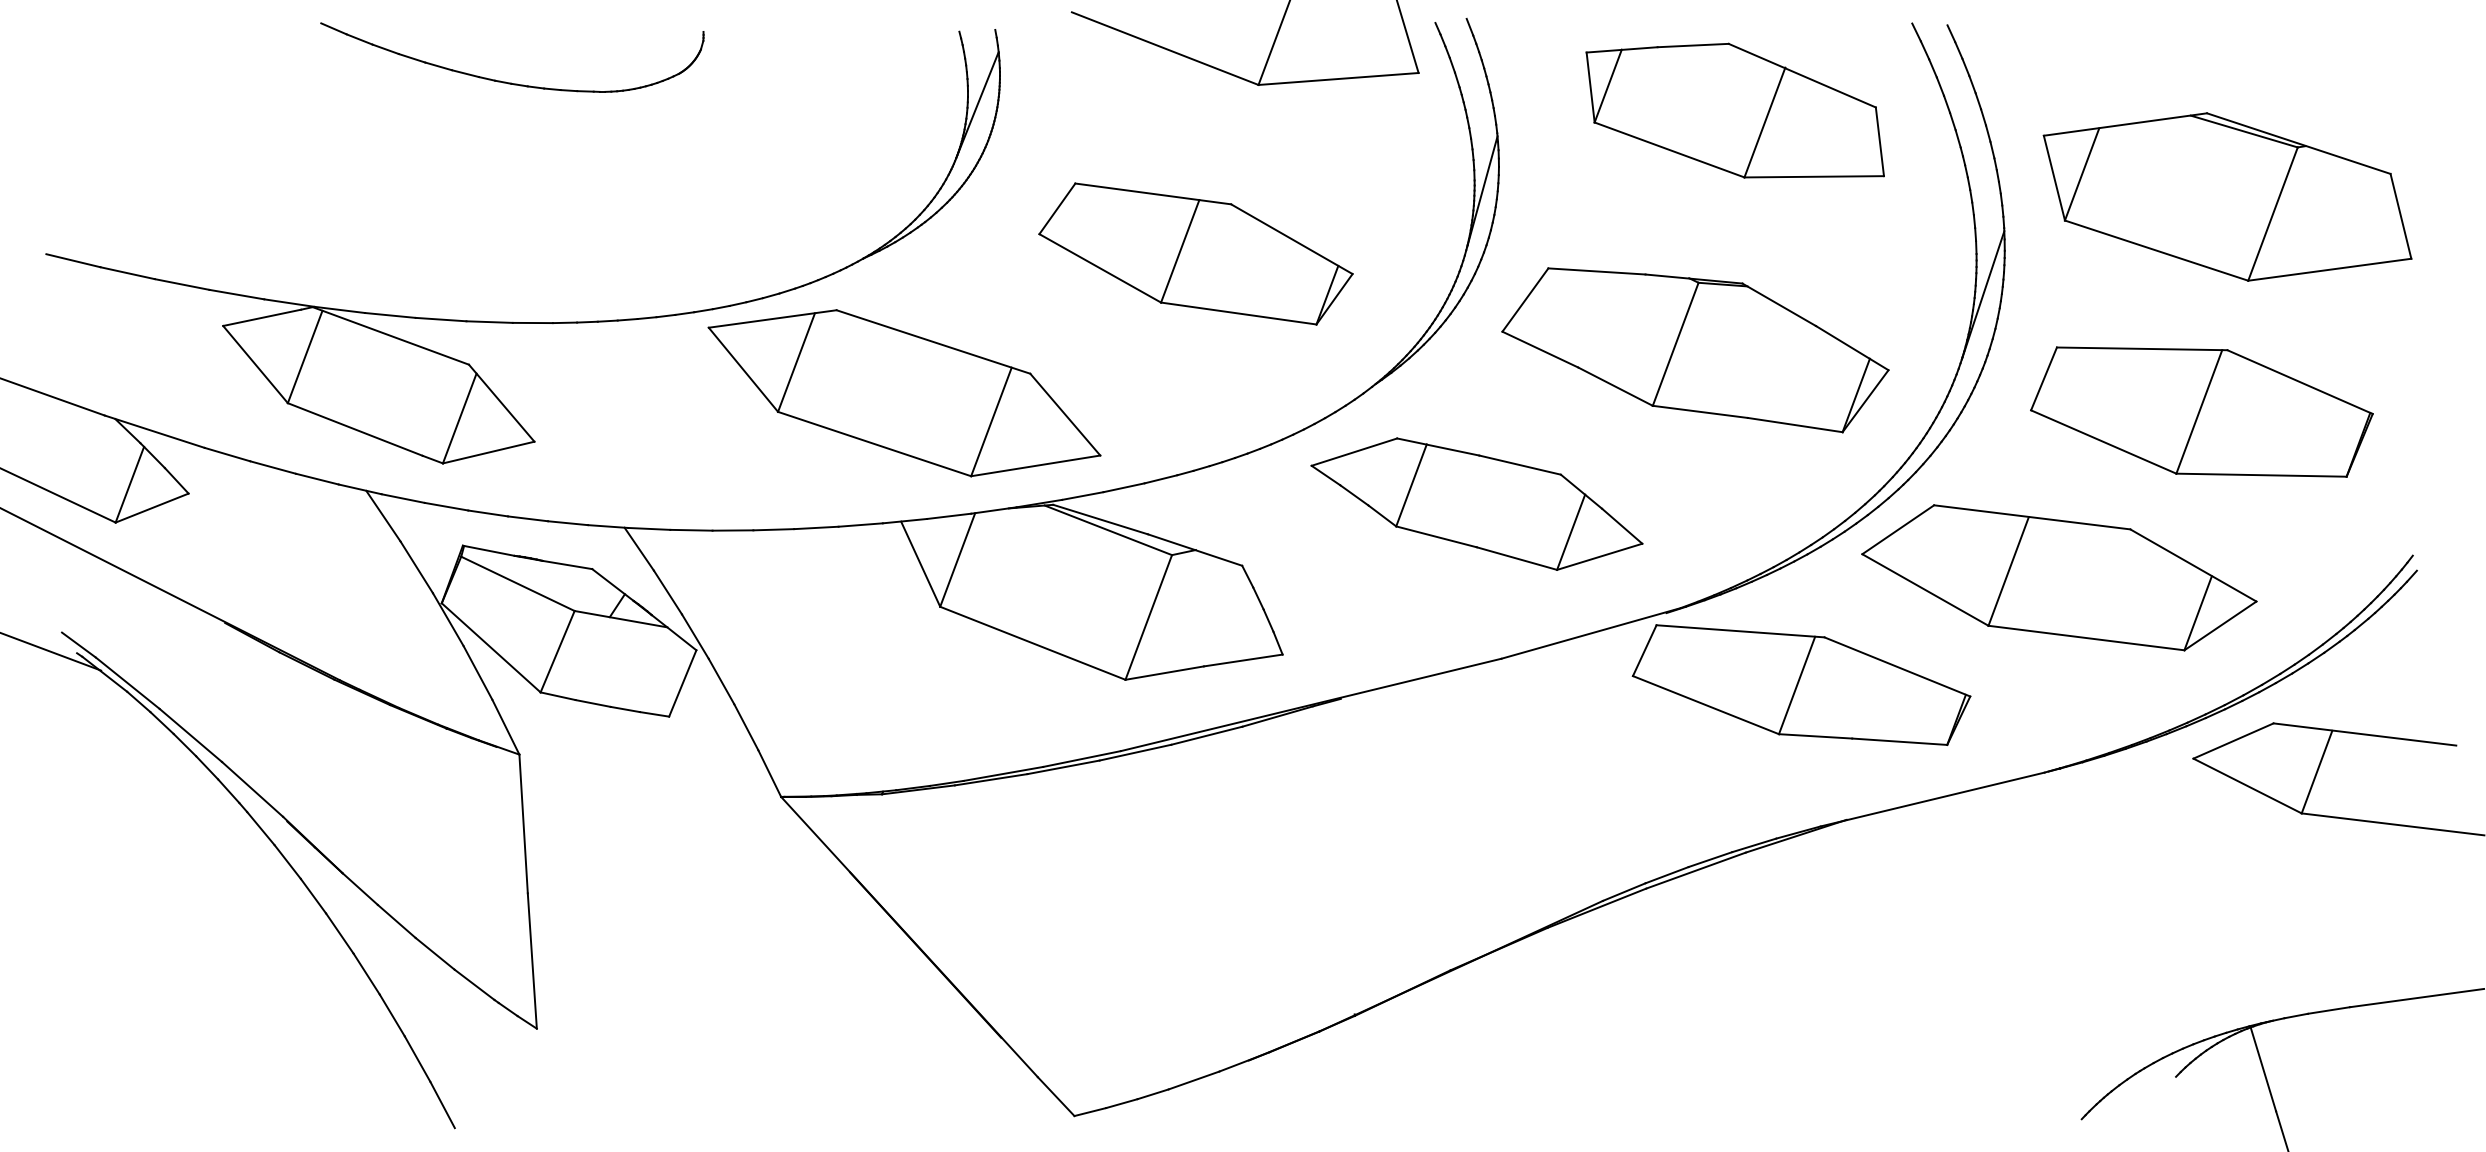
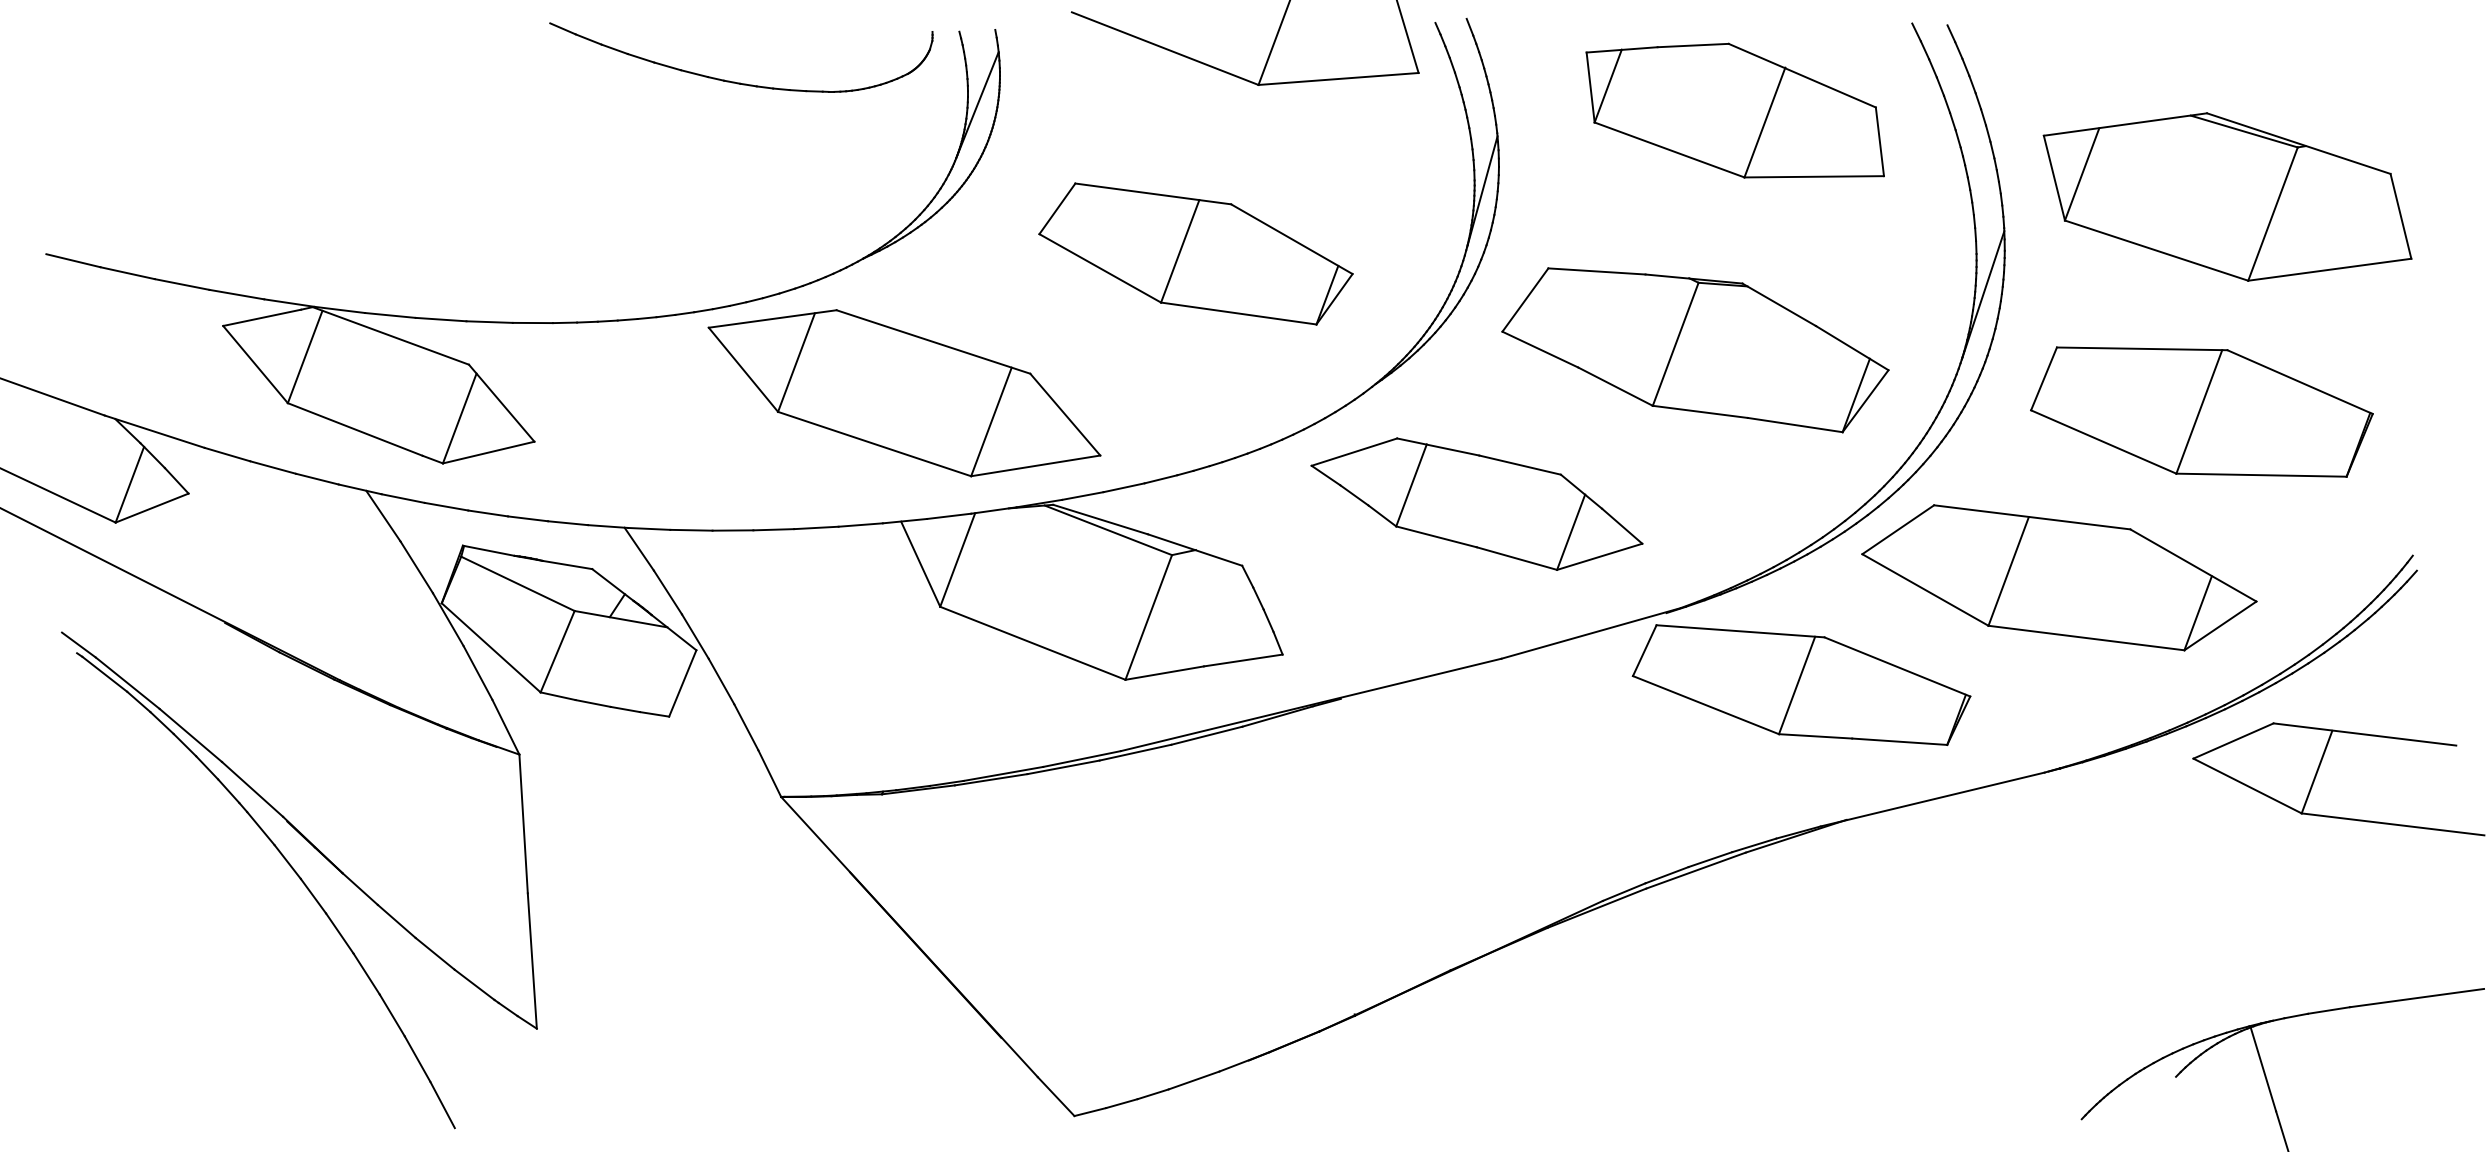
part at (505, 81) position: (505, 81) -> (734, 81)
line at (51, 651): present -> none
